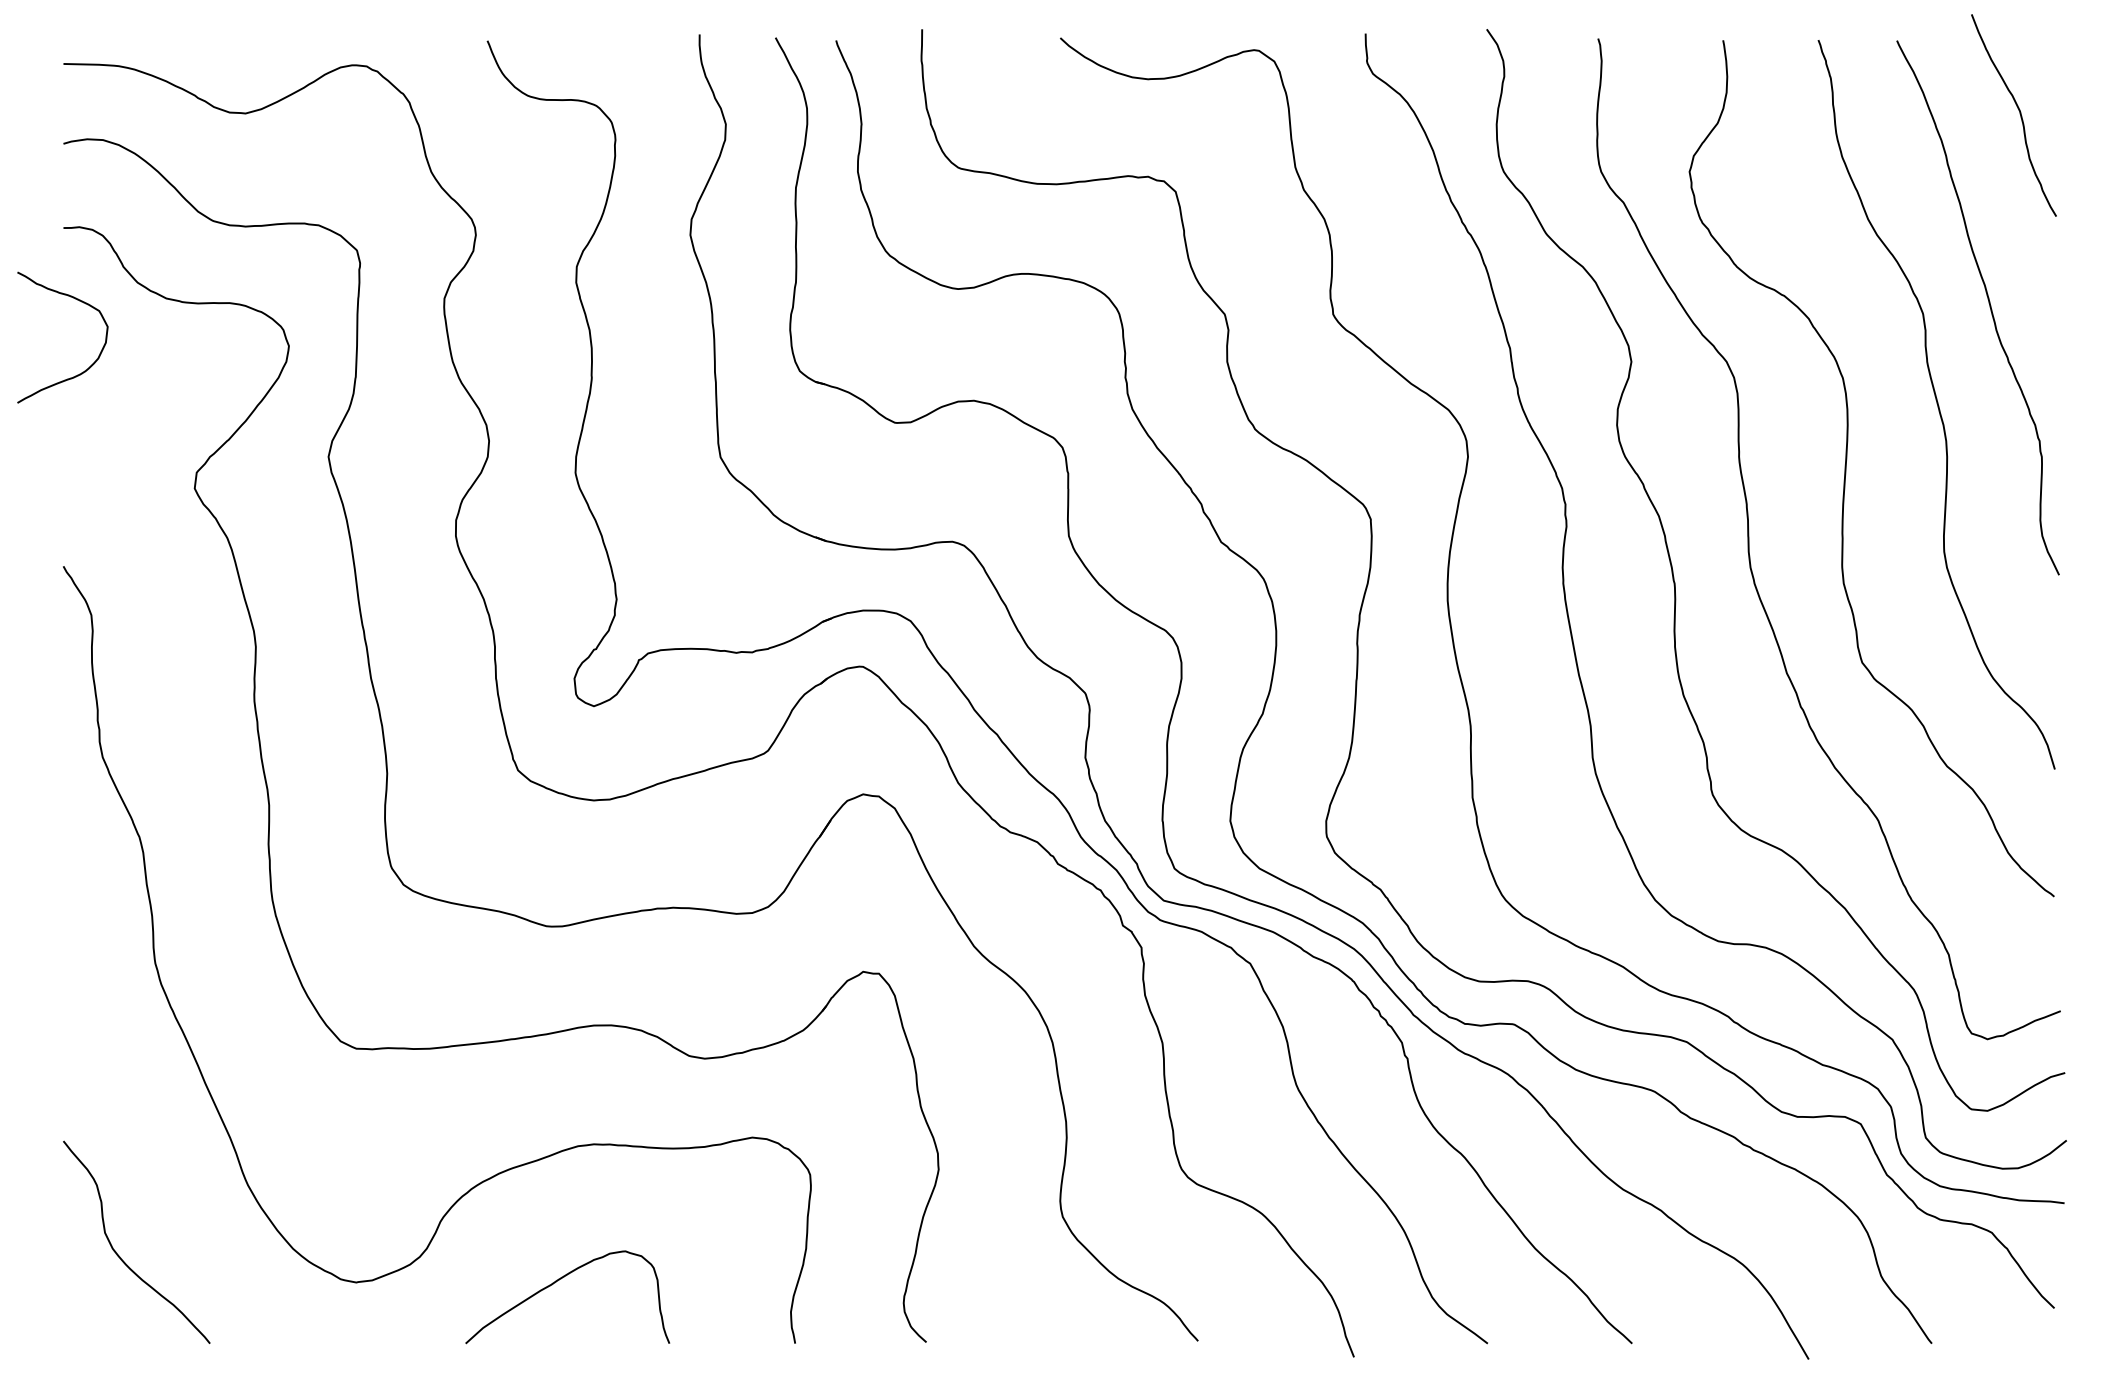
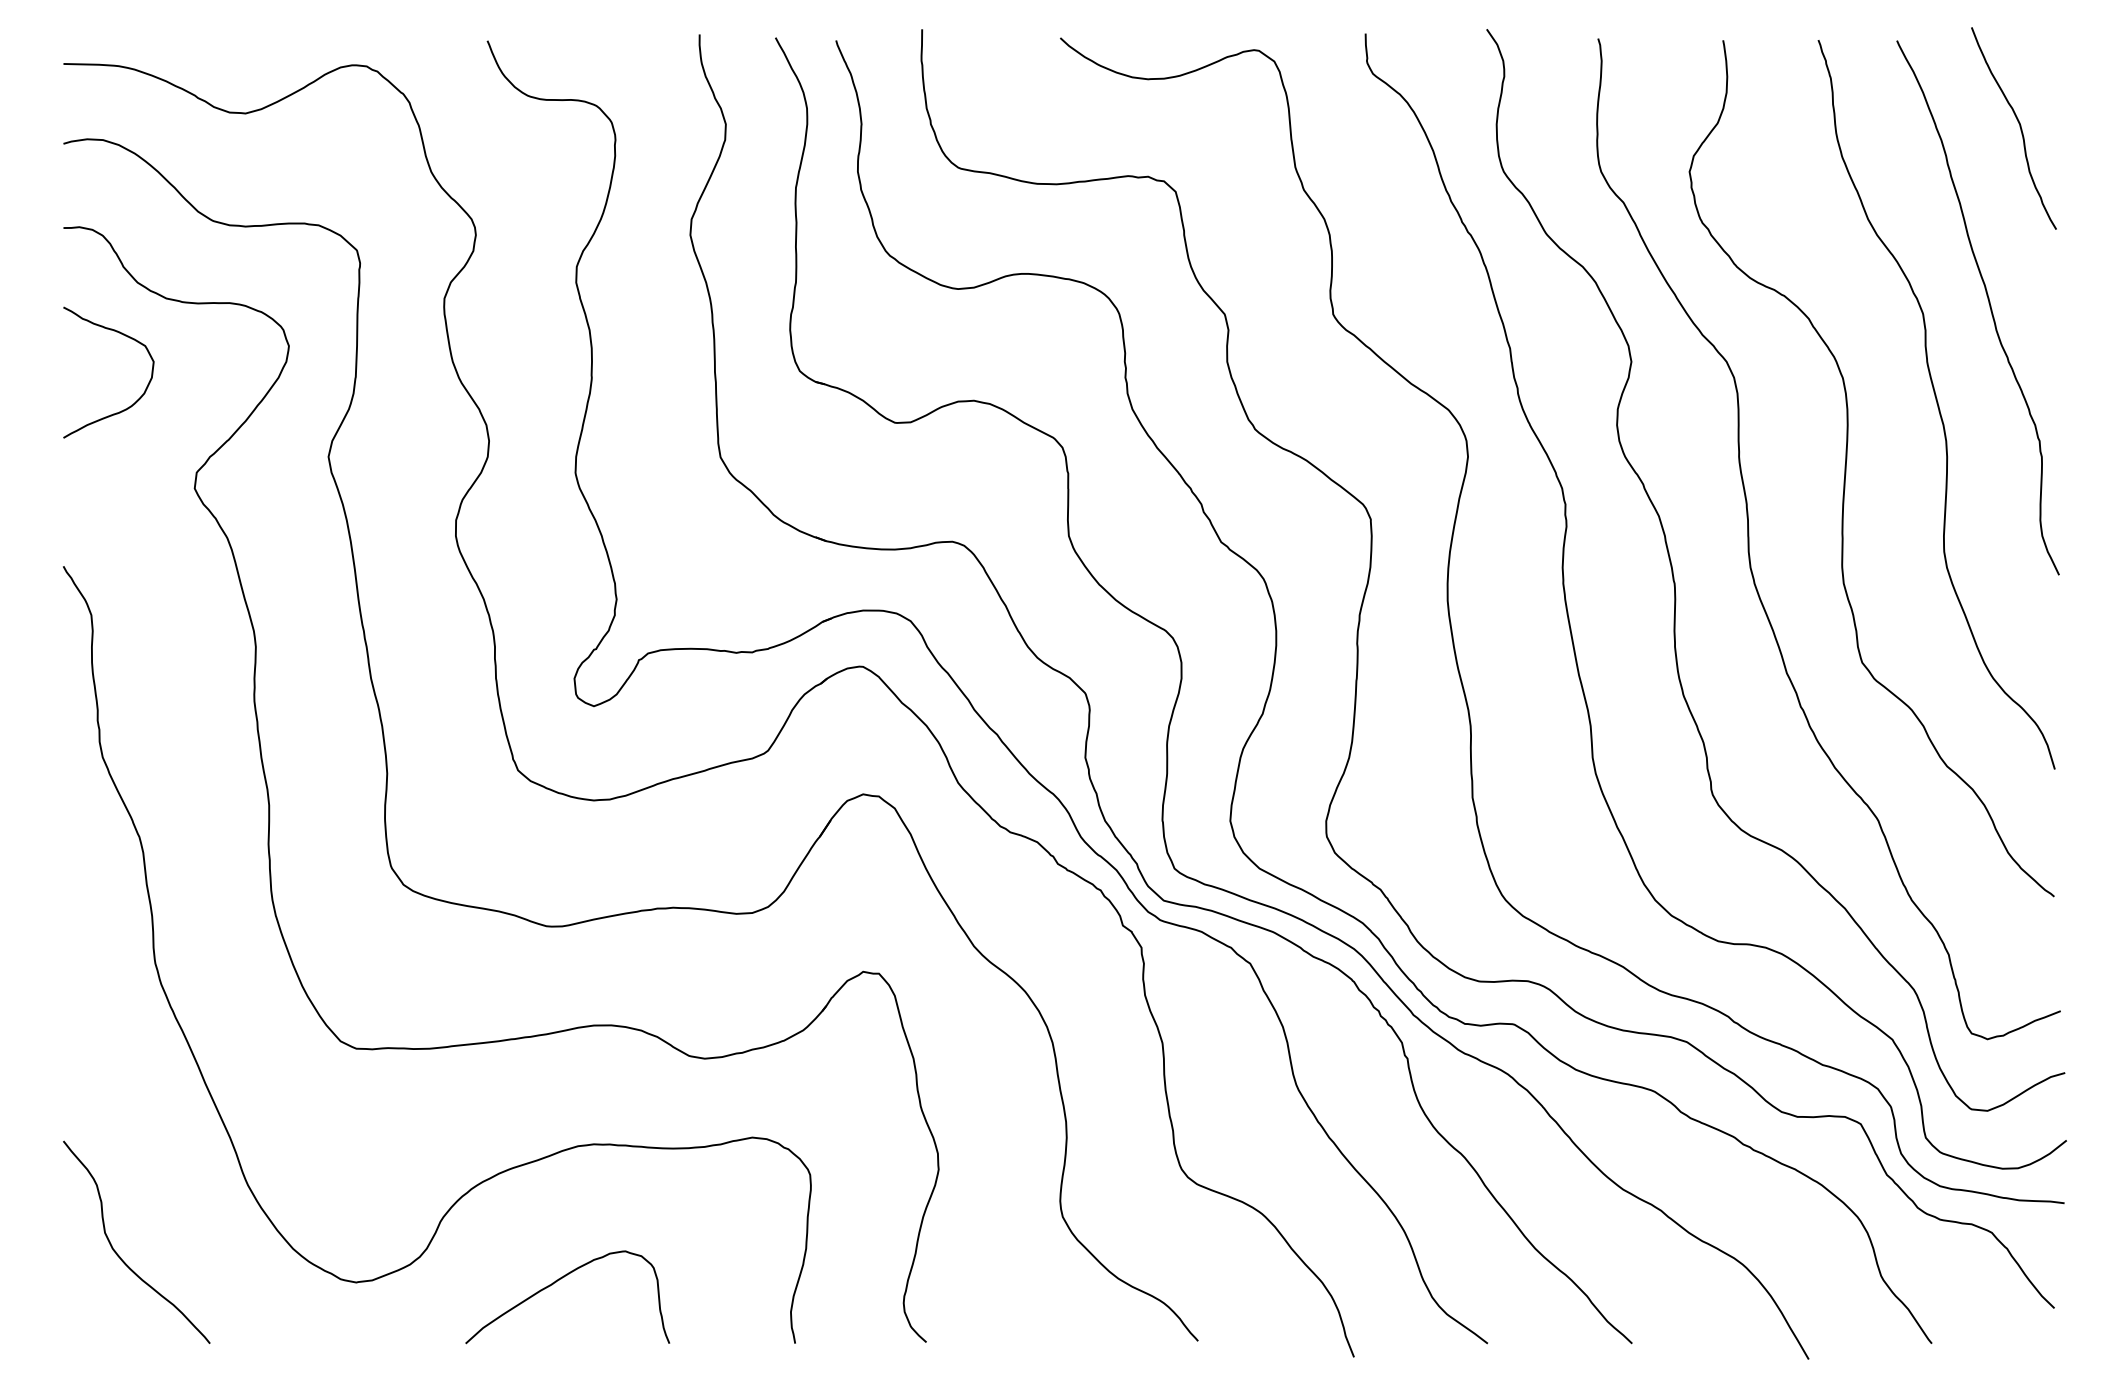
curve at (2019, 114) position: (2019, 114) -> (2019, 127)
curve at (90, 365) position: (90, 365) -> (136, 400)
